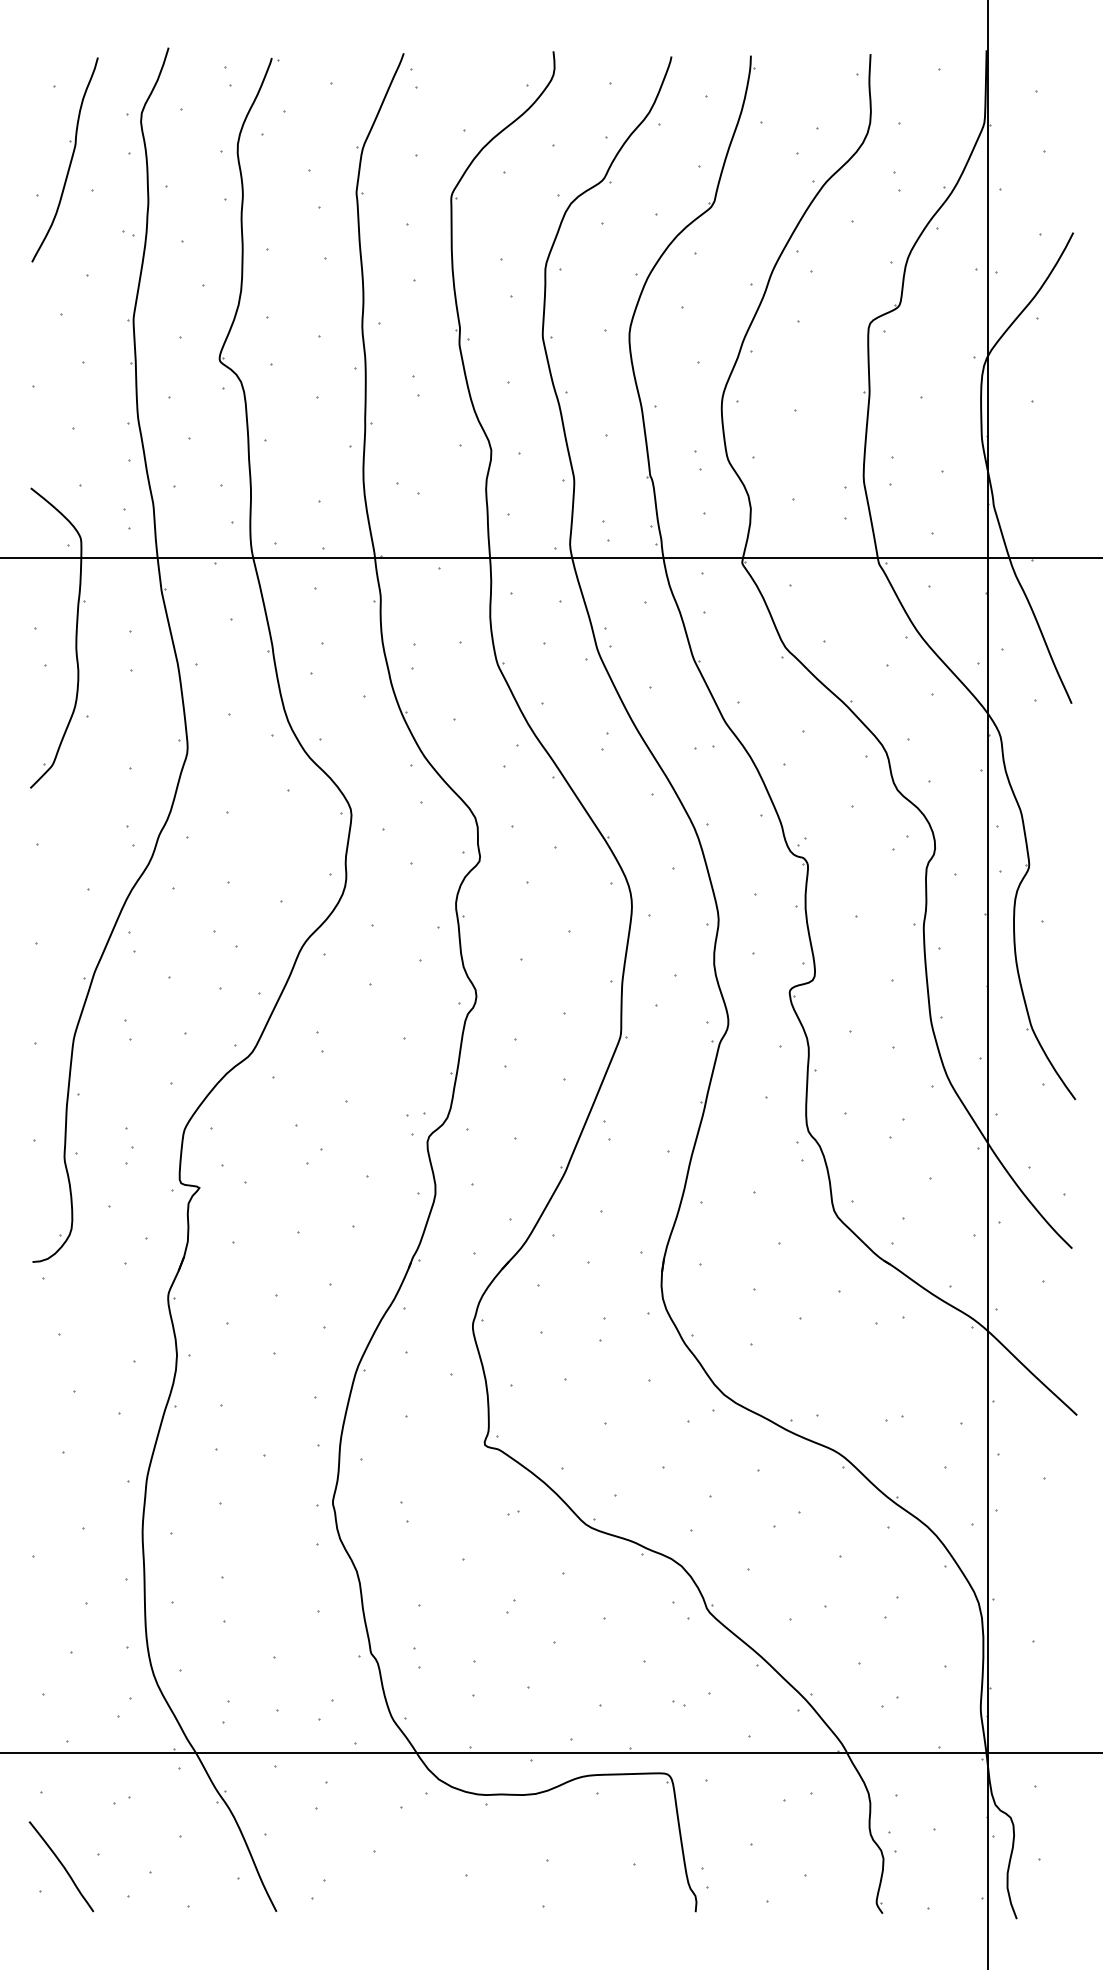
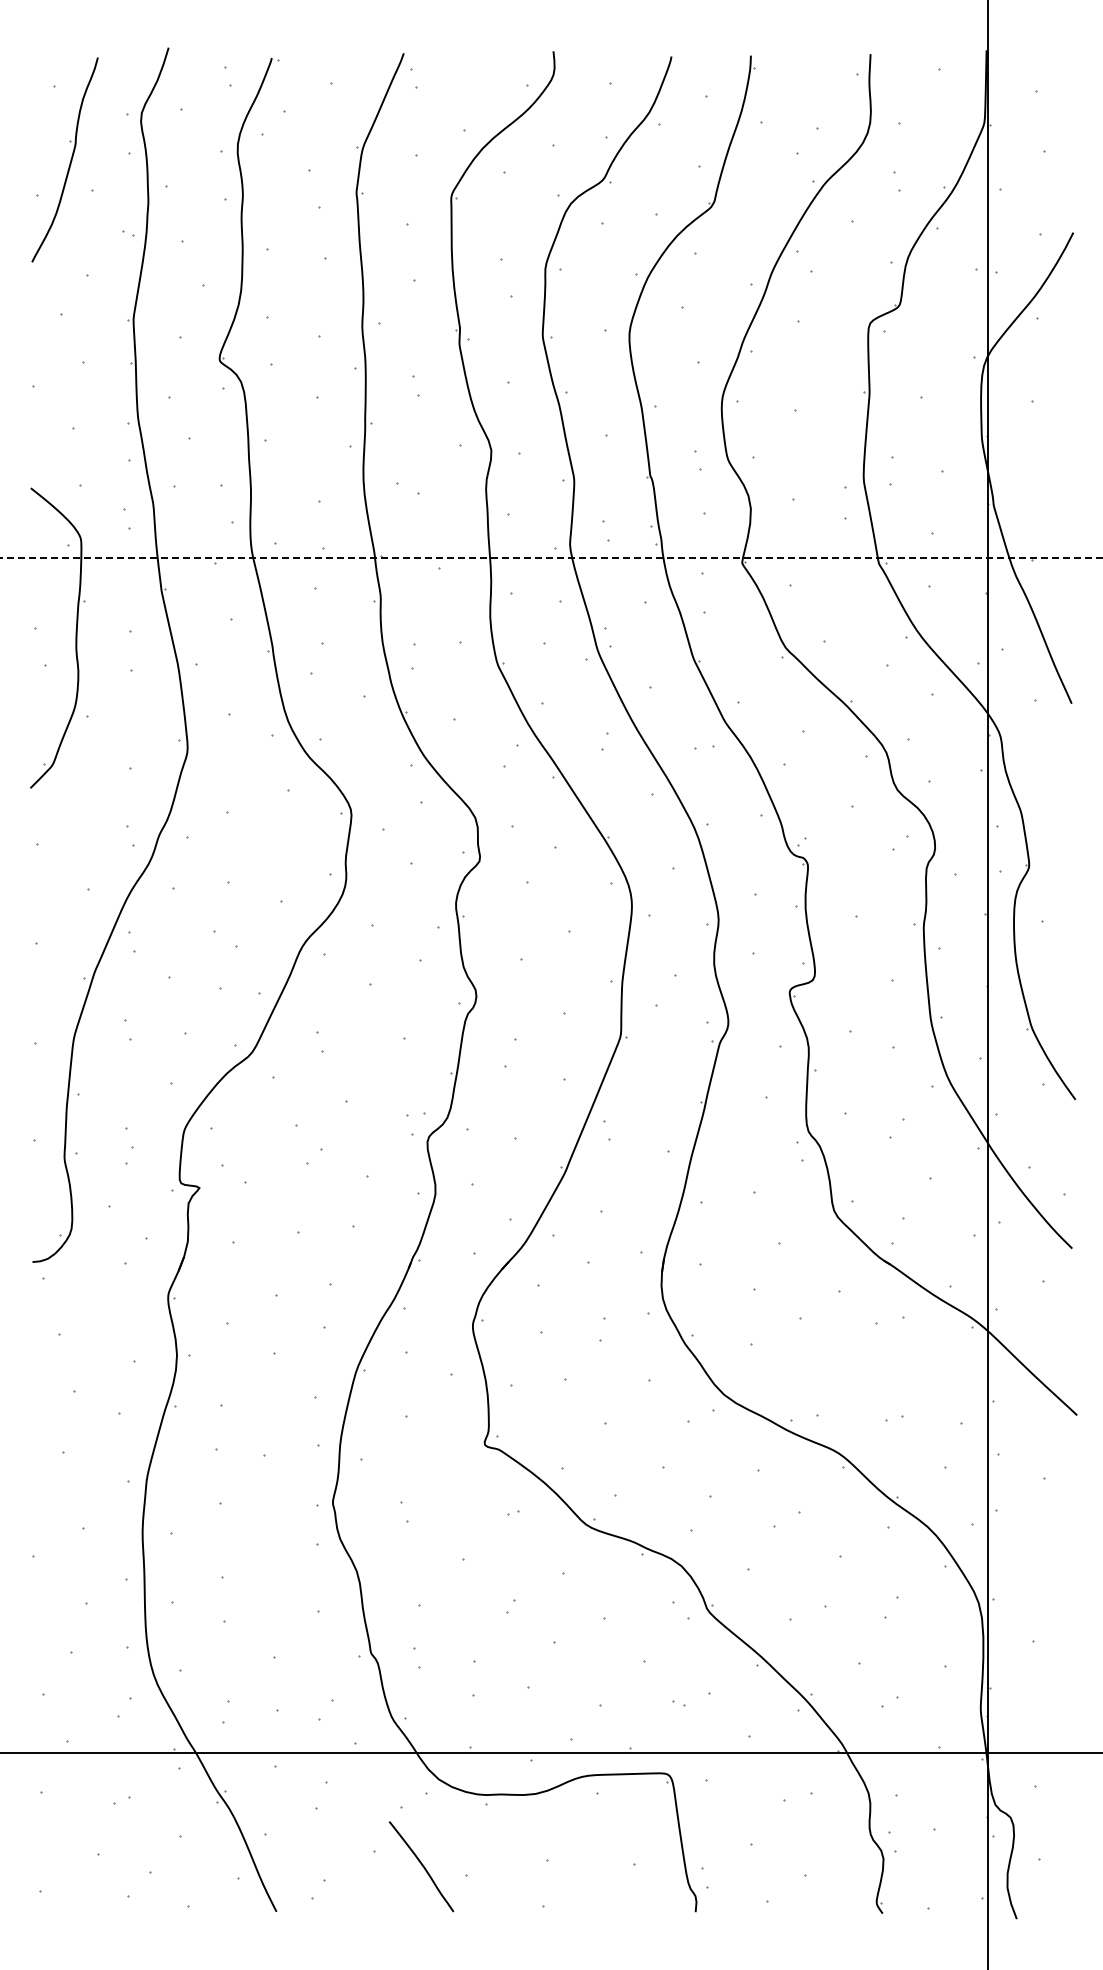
line at (551, 557): solid -> dashed
curve at (61, 1865) position: (61, 1865) -> (421, 1865)
